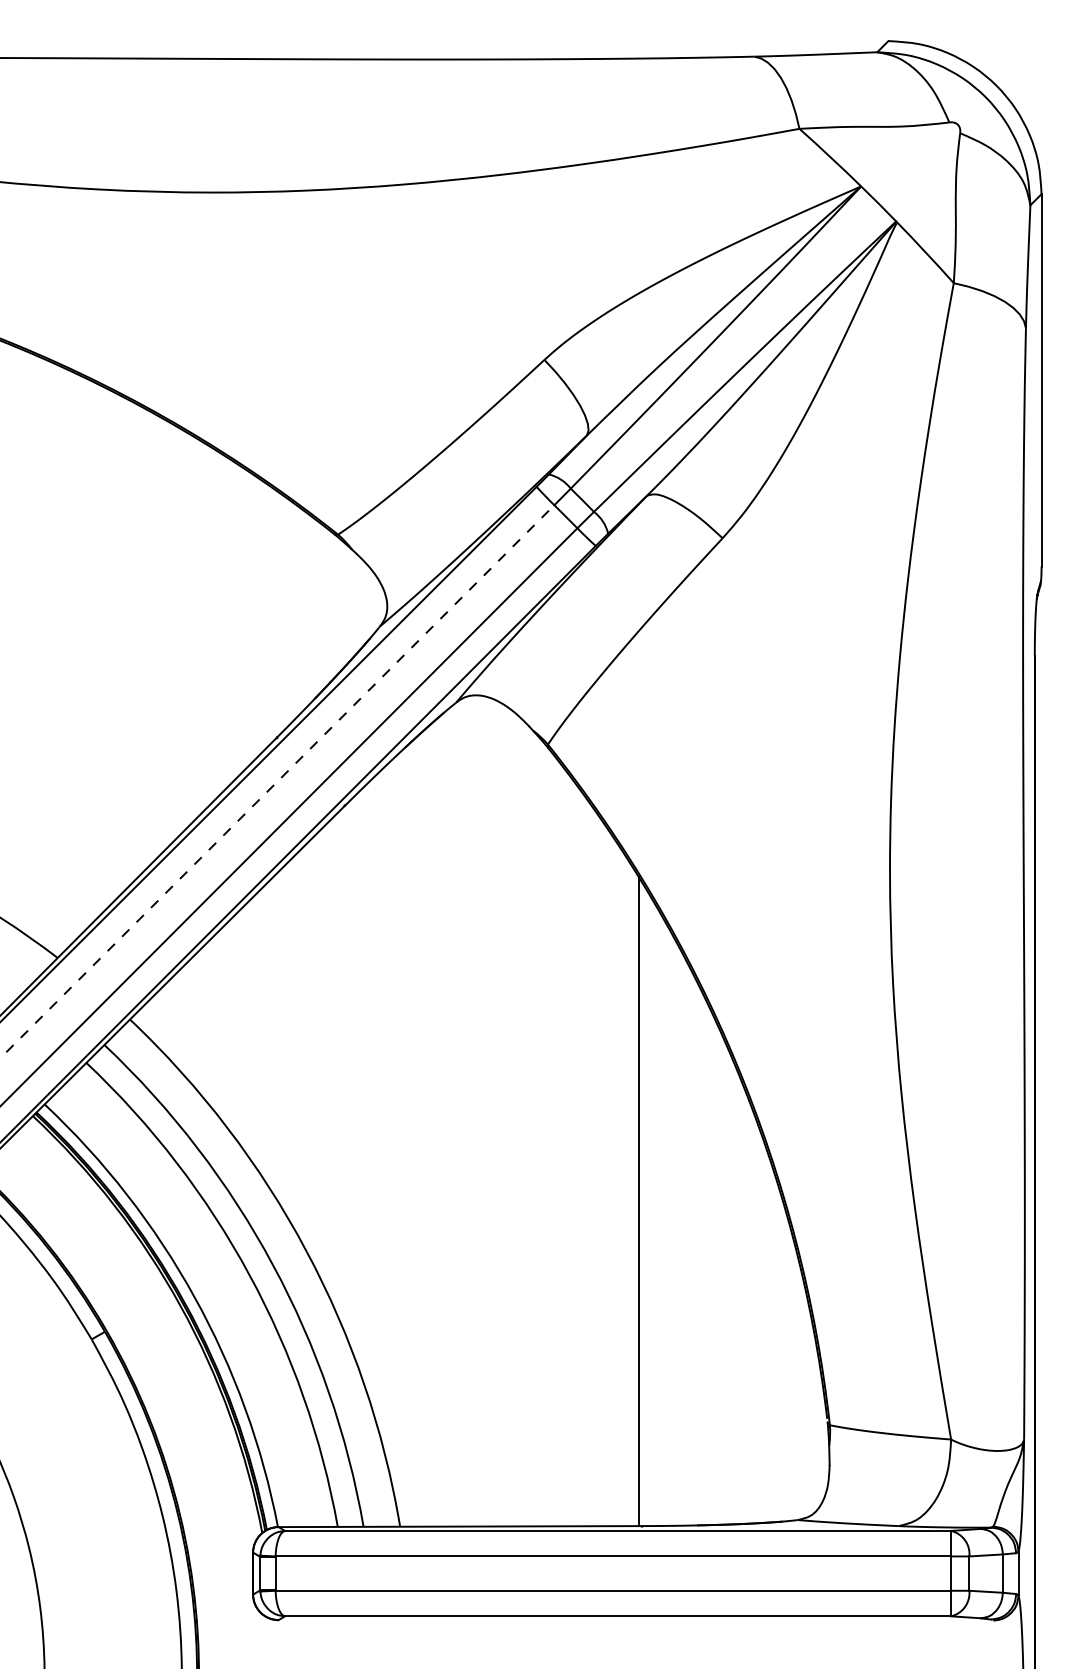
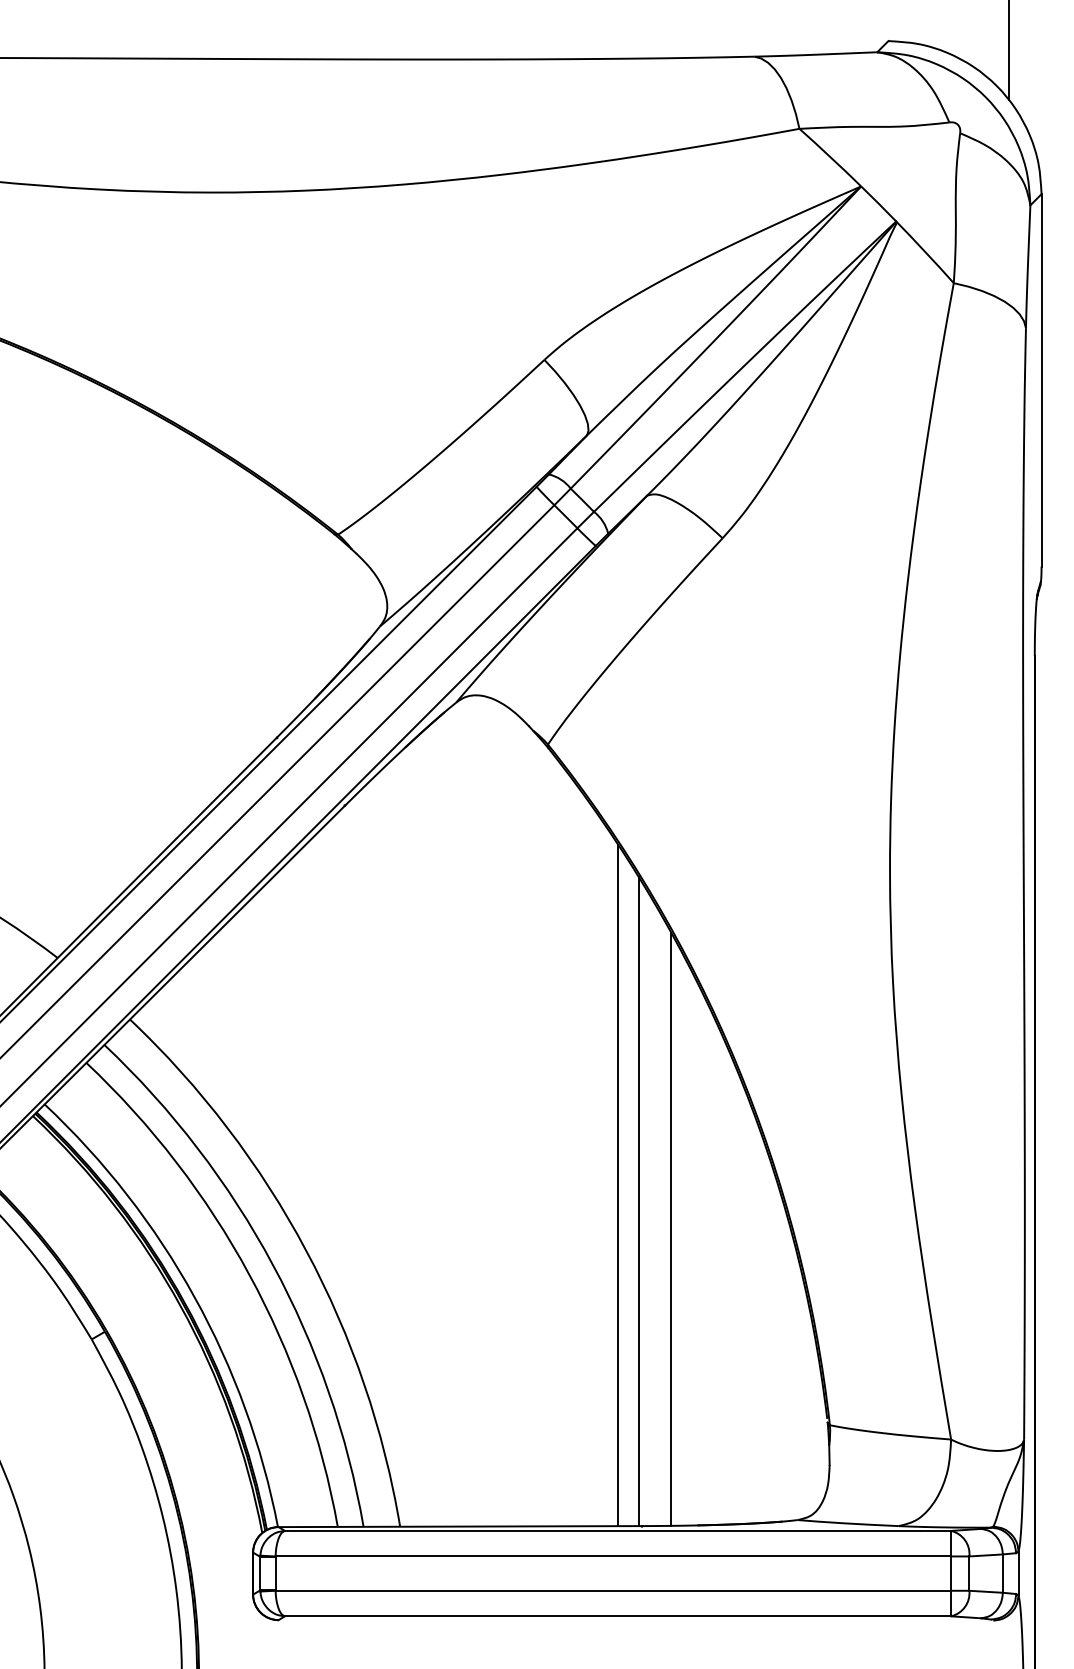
line at (1008, 51): none -> present
line at (277, 781): dashed -> solid
line at (618, 1185): none -> present
line at (671, 1228): none -> present
